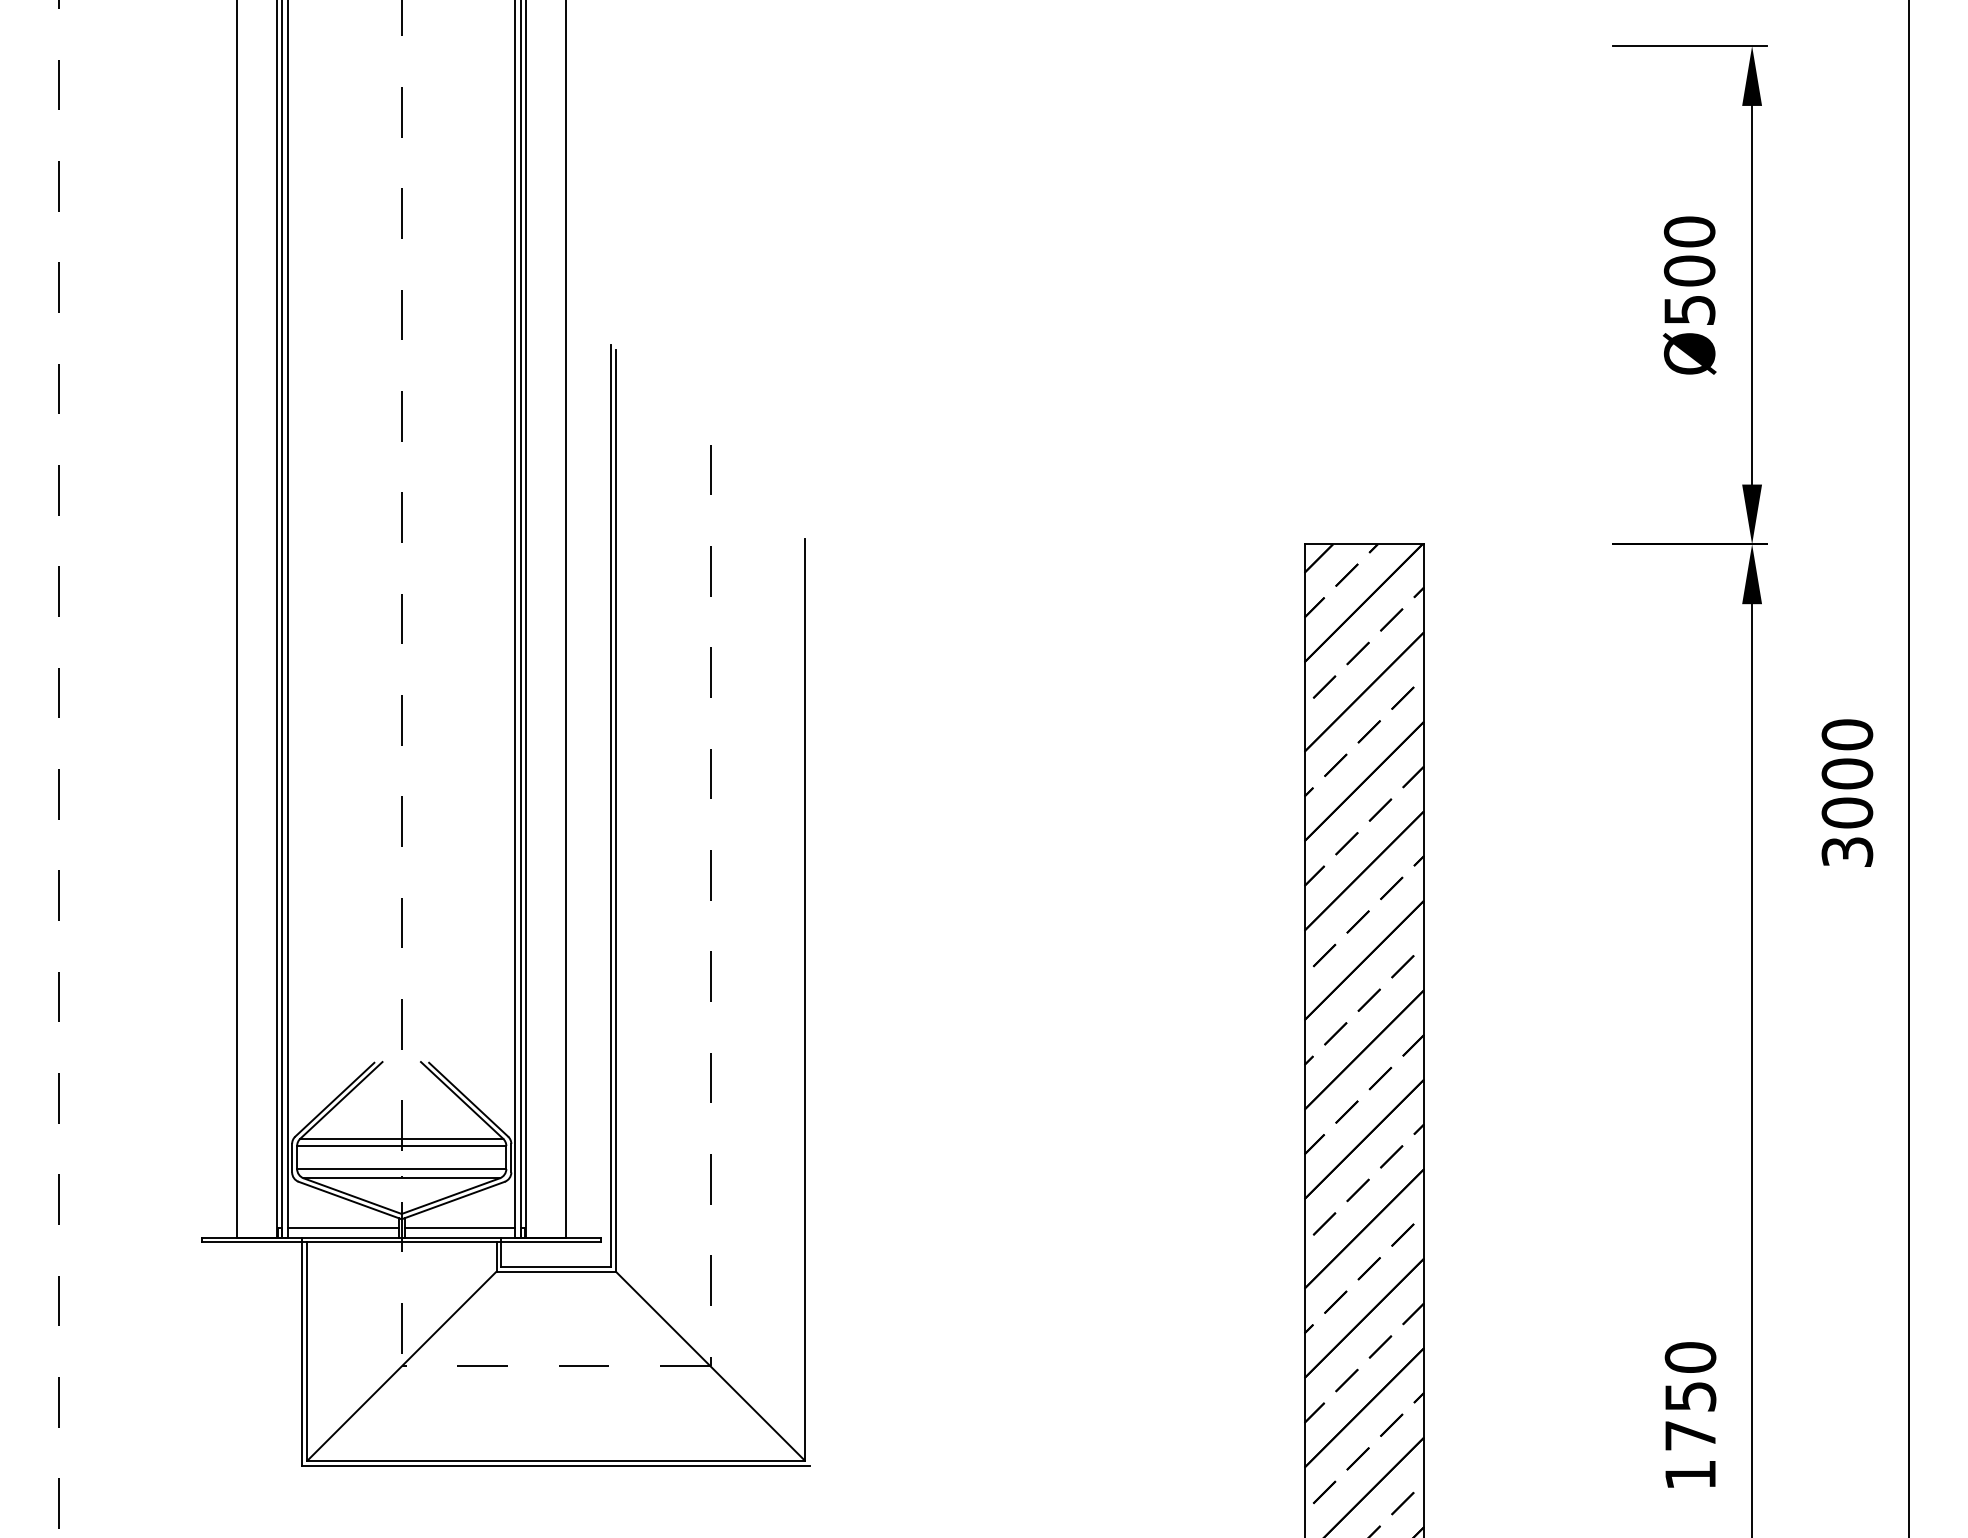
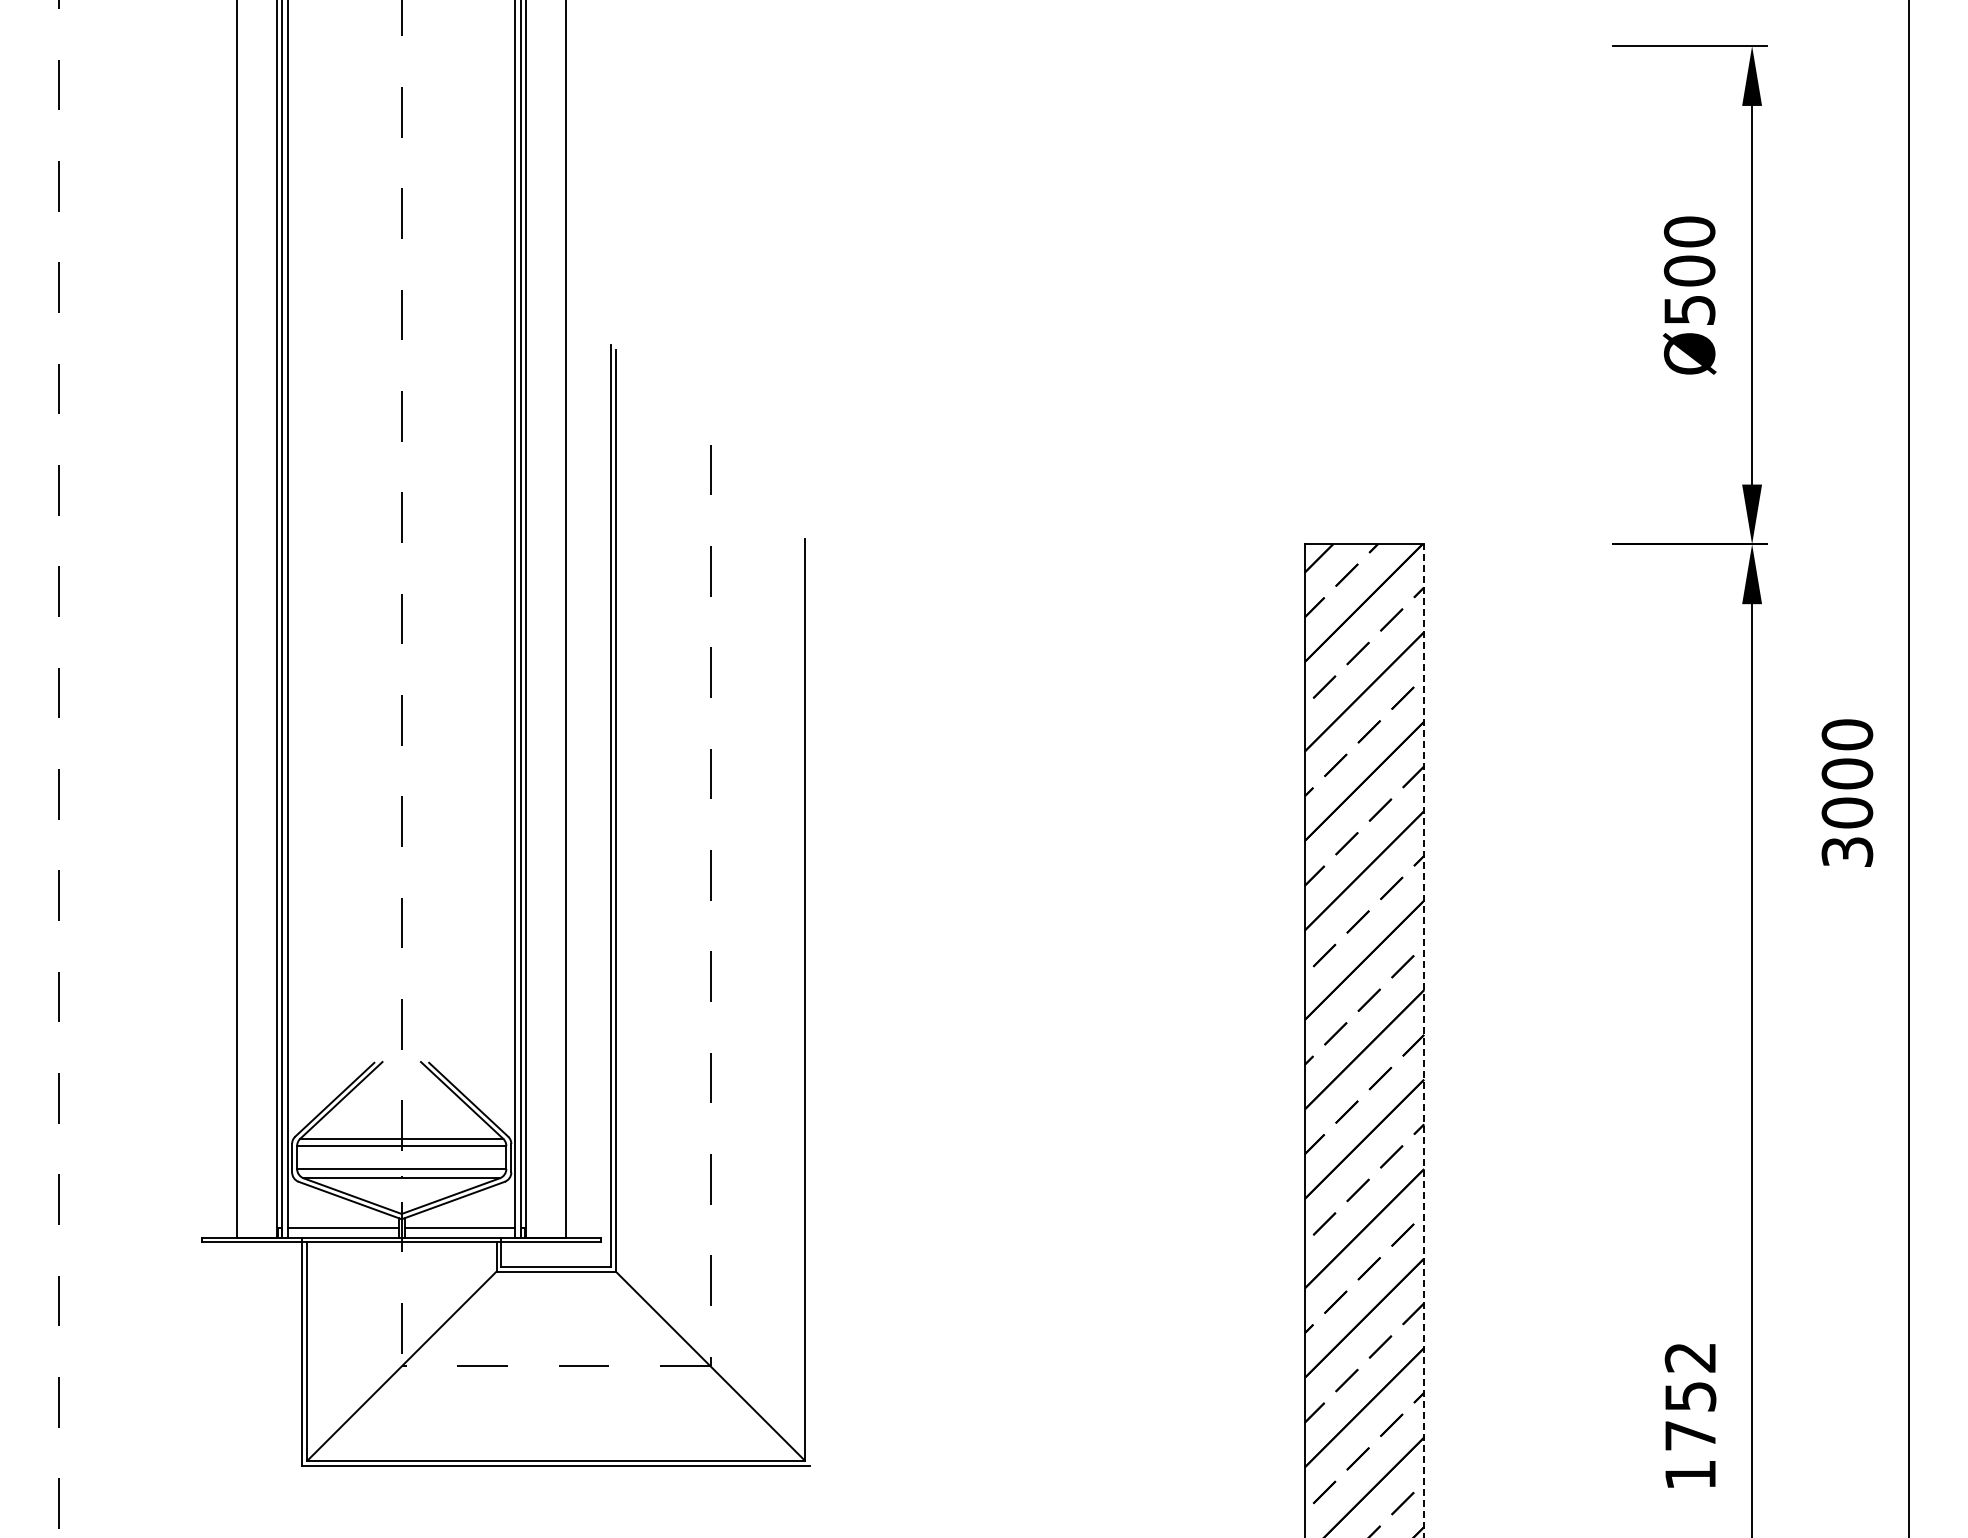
line at (1424, 1040): solid -> dashed
text at (1690, 1357): 1750 -> 1752
